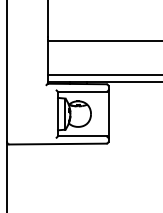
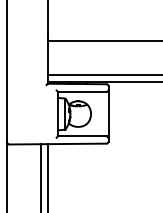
line at (41, 176): none -> present
line at (47, 176): none -> present
